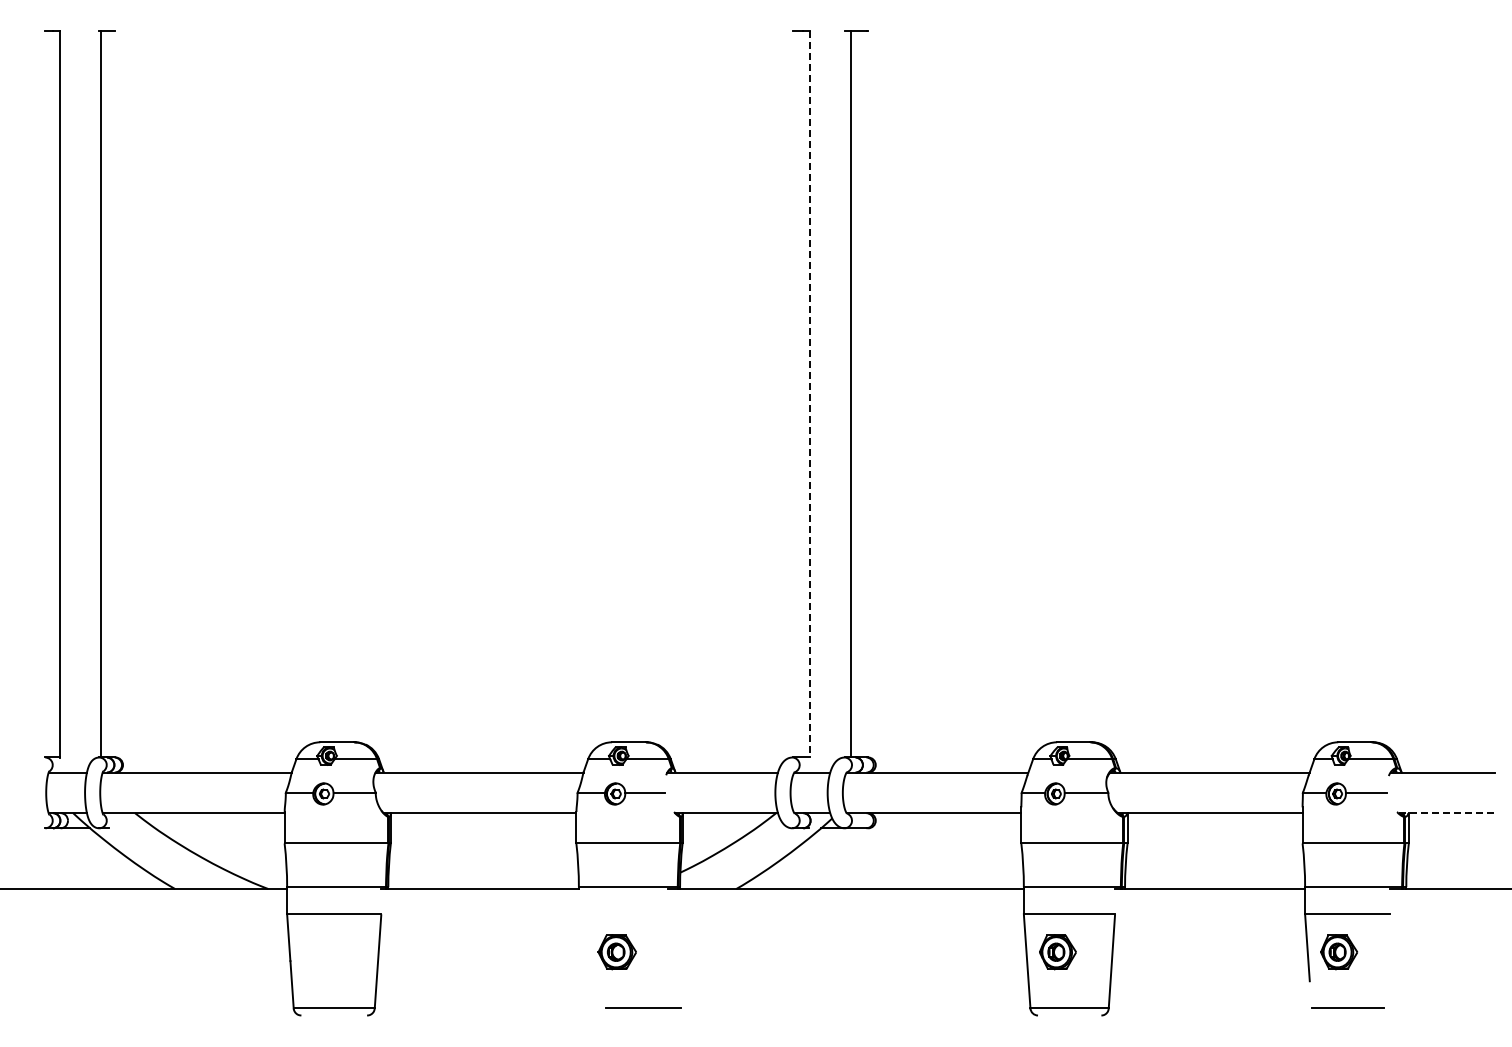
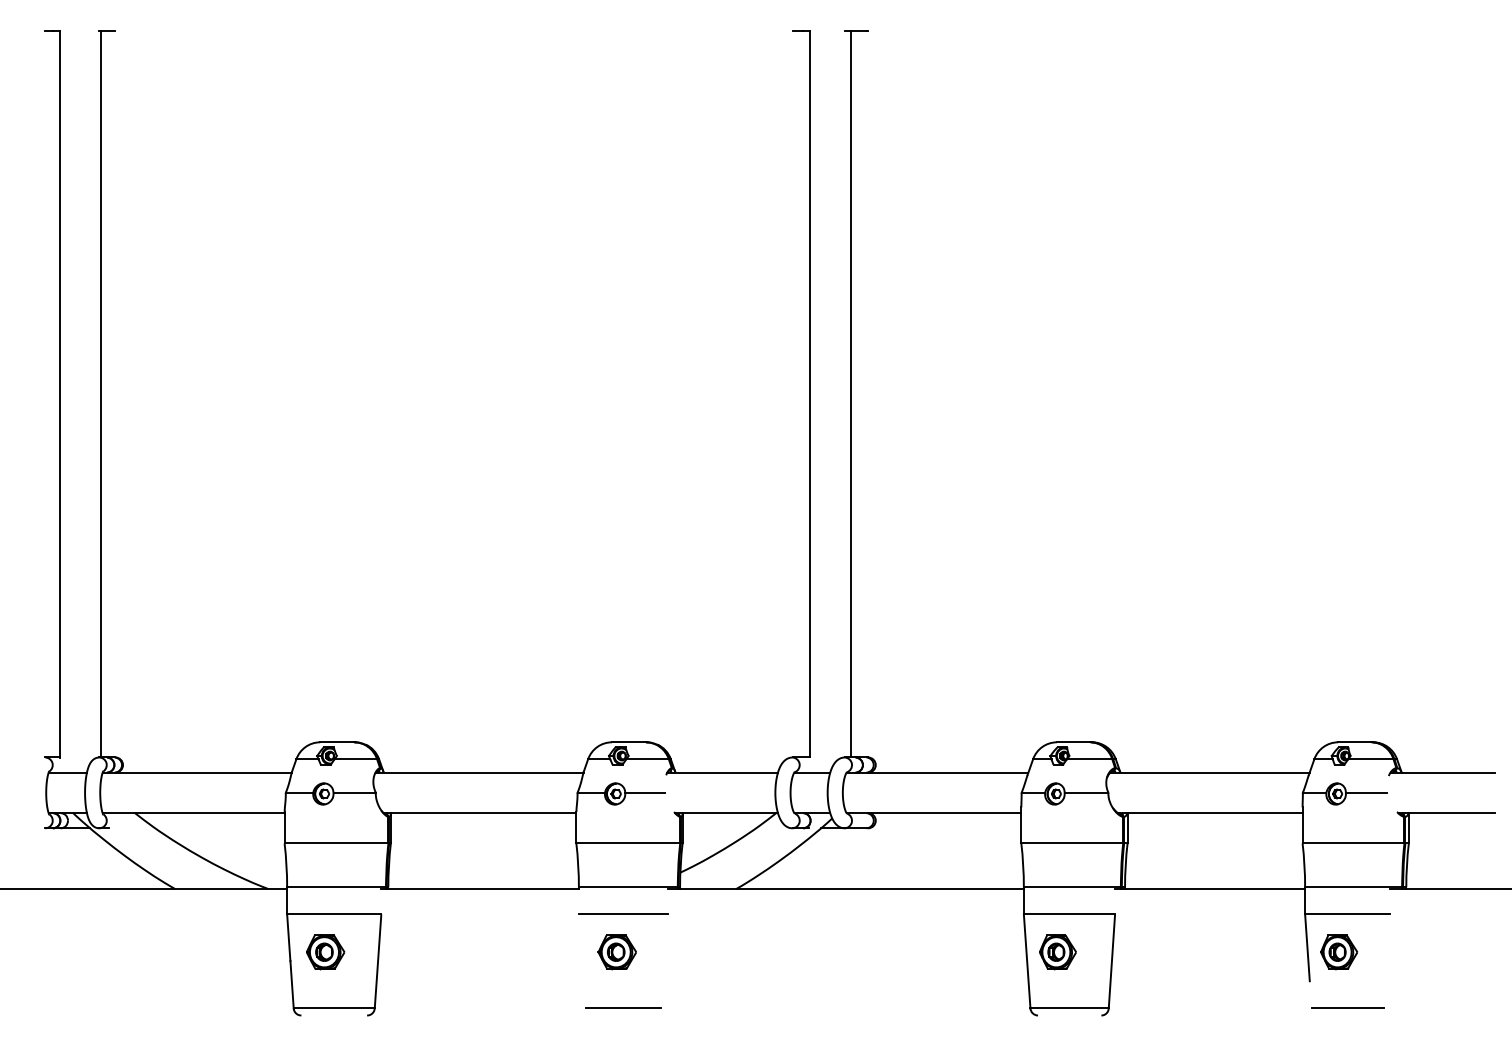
line at (810, 394): dashed -> solid
line at (1446, 813): dashed -> solid
line at (623, 914): none -> present
part at (325, 952): none -> present
line at (643, 1007) position: (643, 1007) -> (623, 1007)
